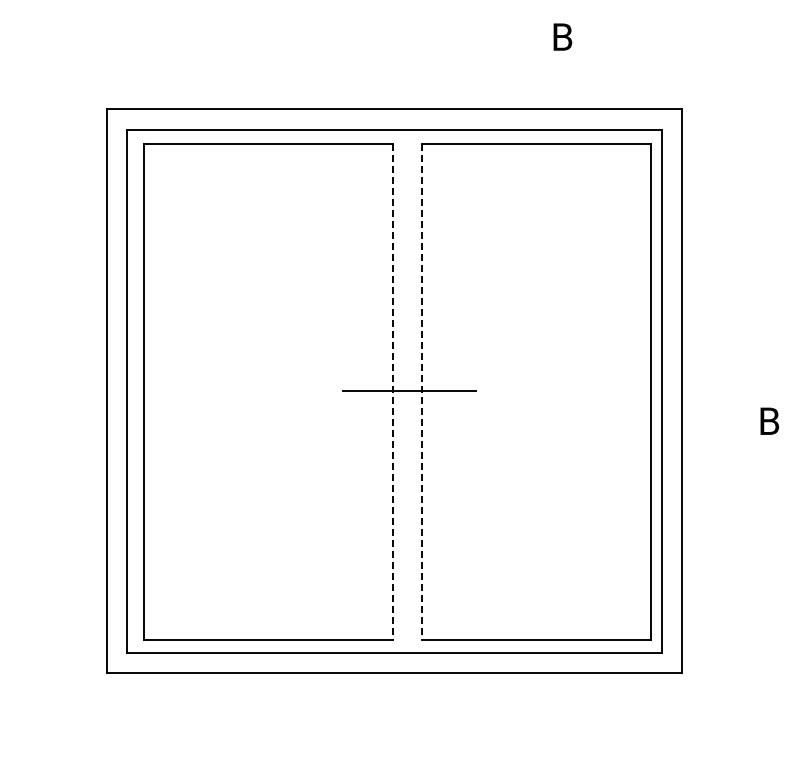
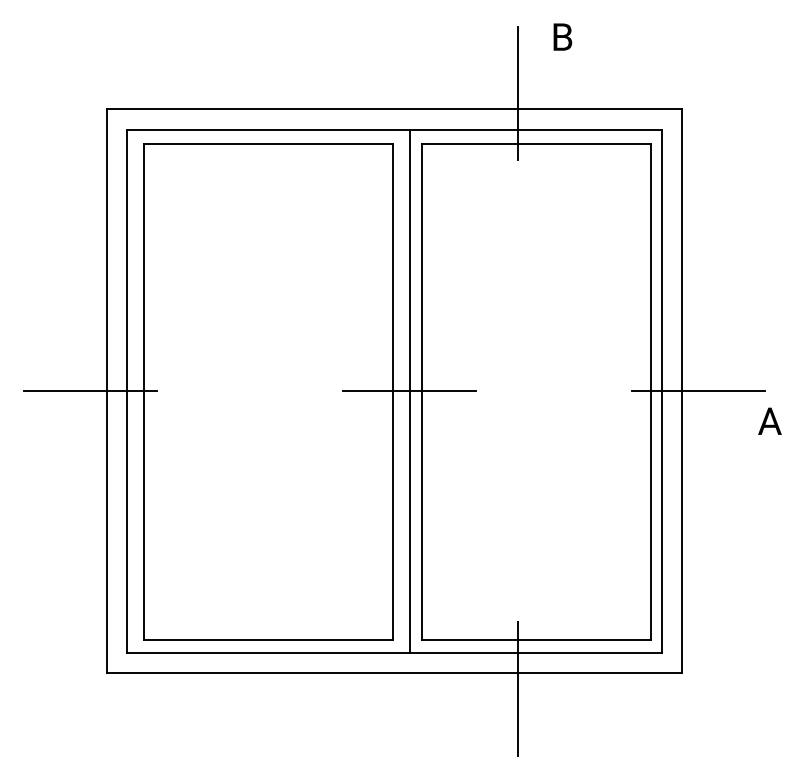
line at (518, 93): none -> present
line at (409, 390): none -> present
line at (90, 391): none -> present
line at (697, 391): none -> present
line at (392, 392): dashed -> solid
line at (421, 392): dashed -> solid
text at (769, 420): B -> A
line at (518, 688): none -> present
